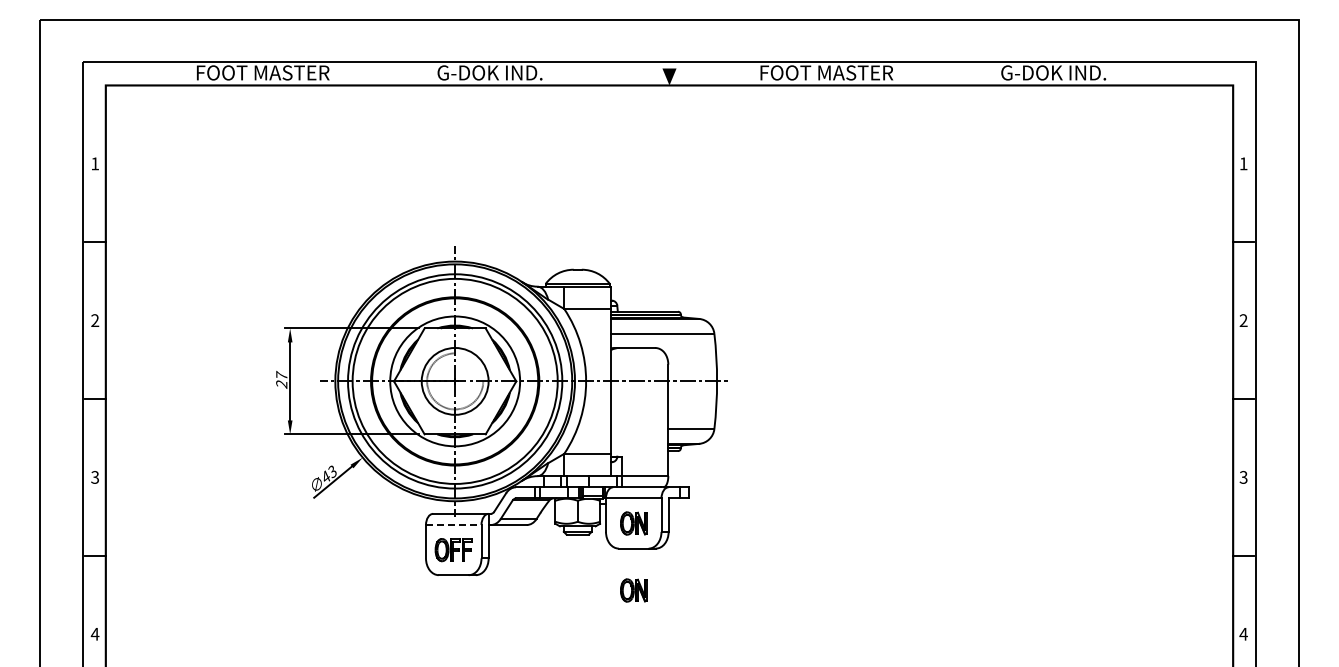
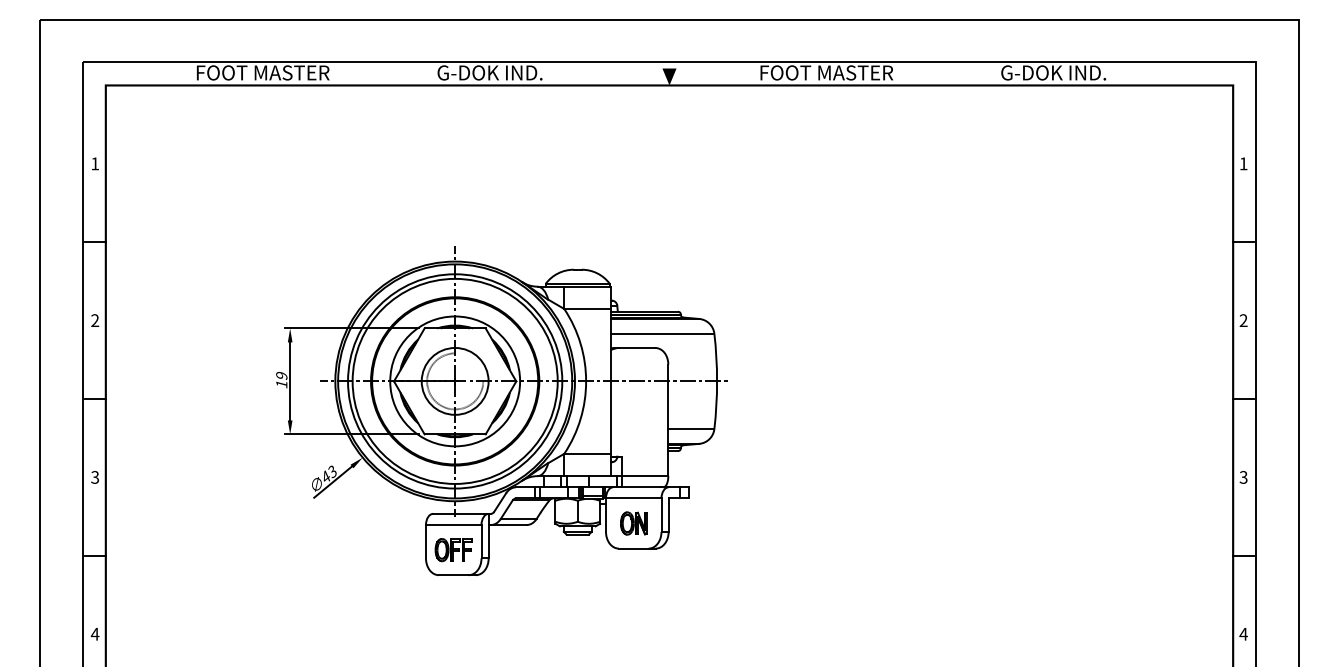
text at (281, 379): 27 -> 19
line at (453, 525): dashed -> solid
part at (633, 590): present -> none
